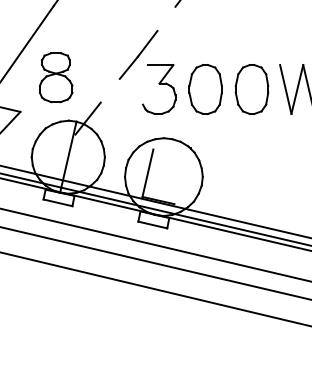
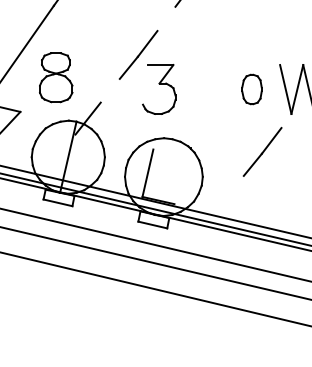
part at (205, 89): present -> none
part at (251, 89) size: 36x51 px -> 22x33 px
line at (262, 151): none -> present
